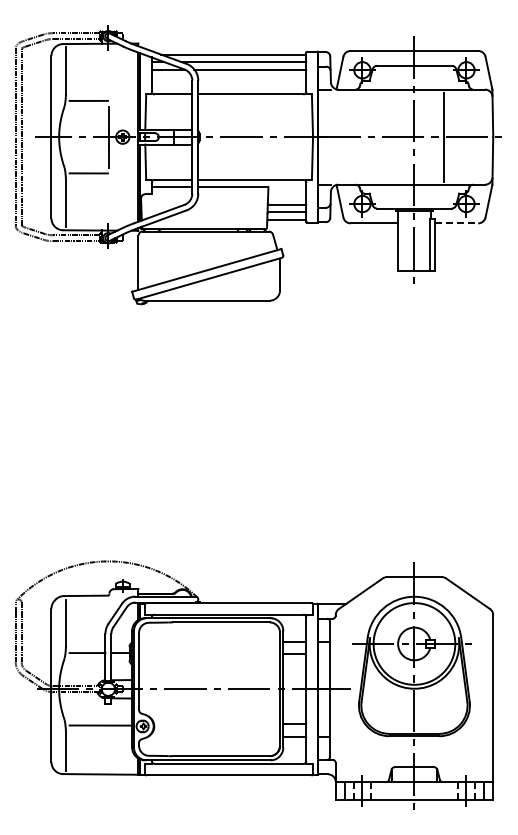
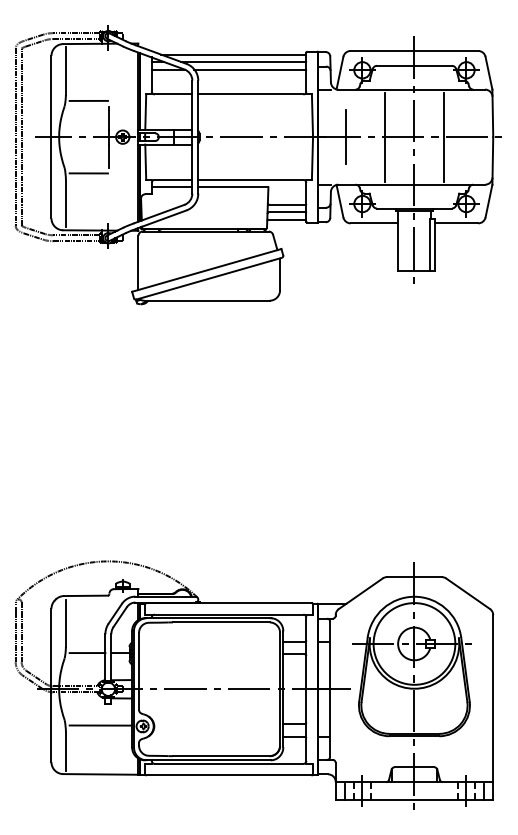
line at (345, 136): none -> present
line at (384, 136): none -> present
line at (456, 223): dashed -> solid
